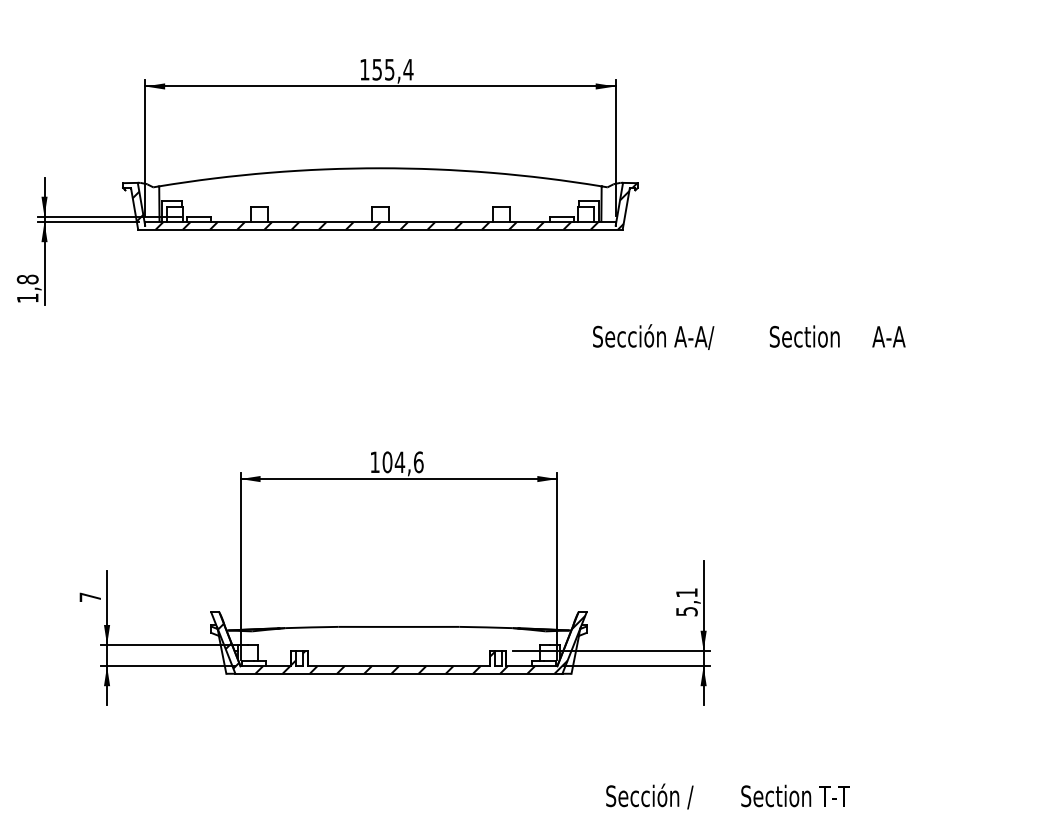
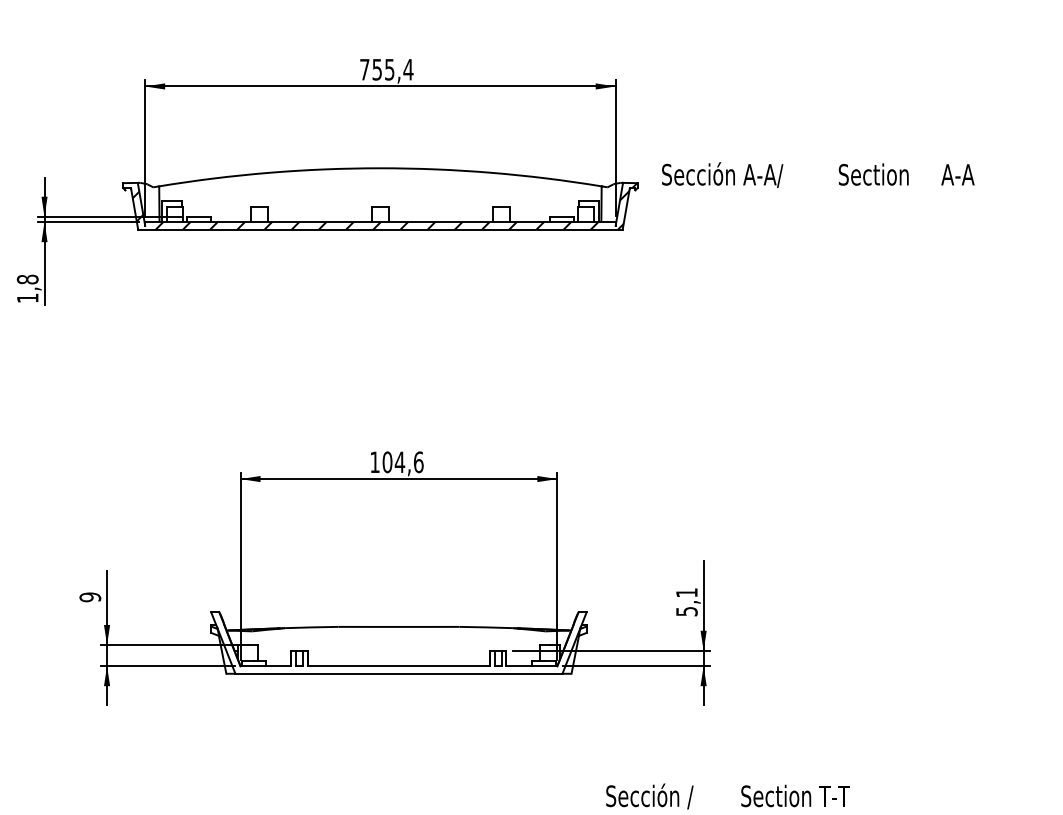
text at (364, 69): 155,4 -> 755,4
text at (749, 336) position: (749, 336) -> (818, 174)
text at (90, 597): 7 -> 9
hatch at (401, 644): present -> none
